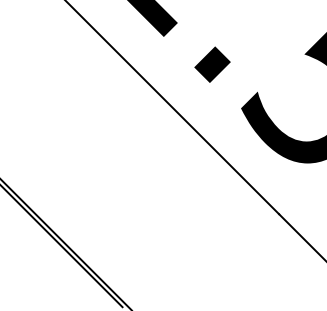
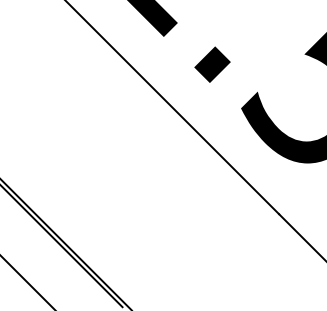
line at (27, 282): none -> present
